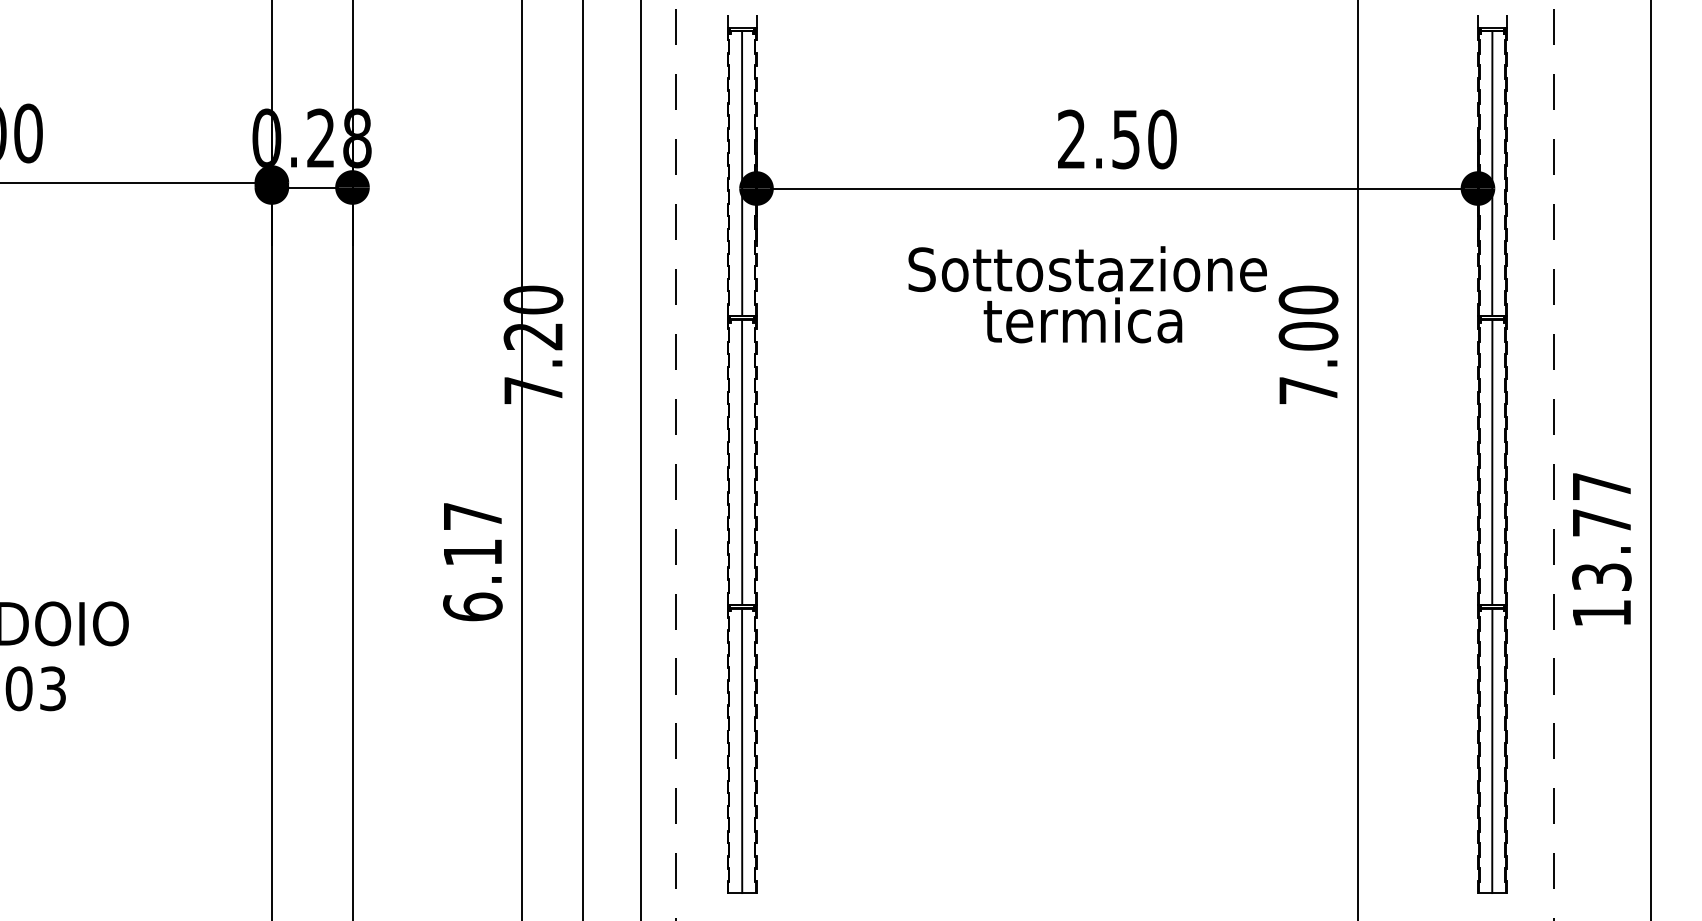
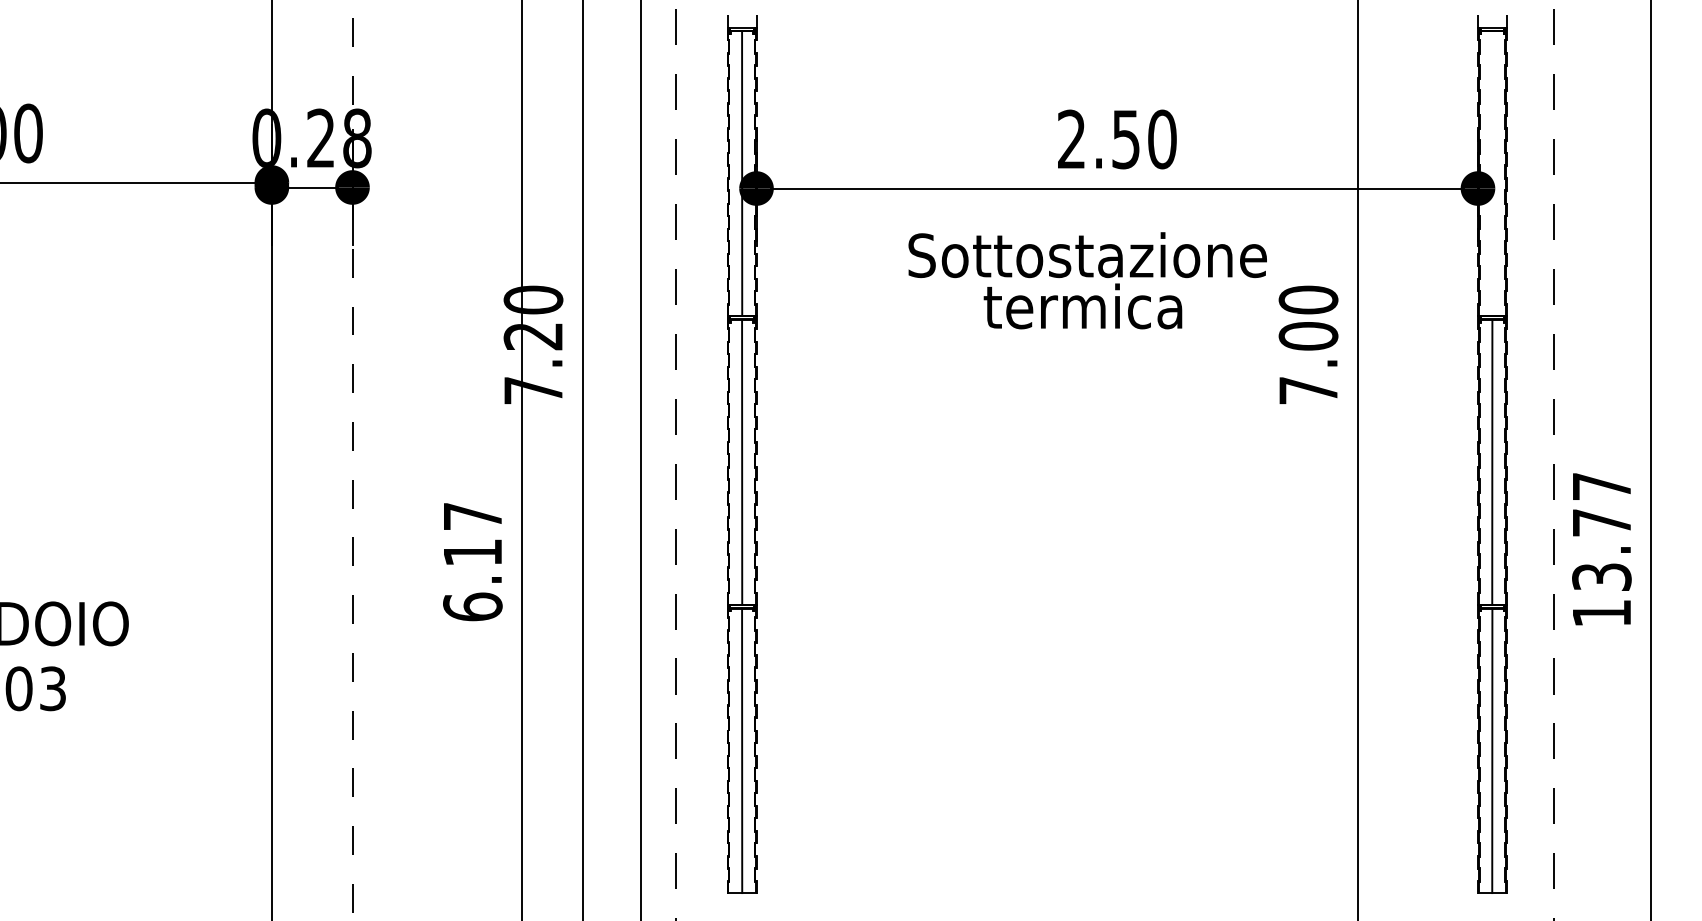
line at (1492, 173): present -> none
text at (1087, 294) position: (1087, 294) -> (1087, 280)
line at (352, 460): solid -> dashed
